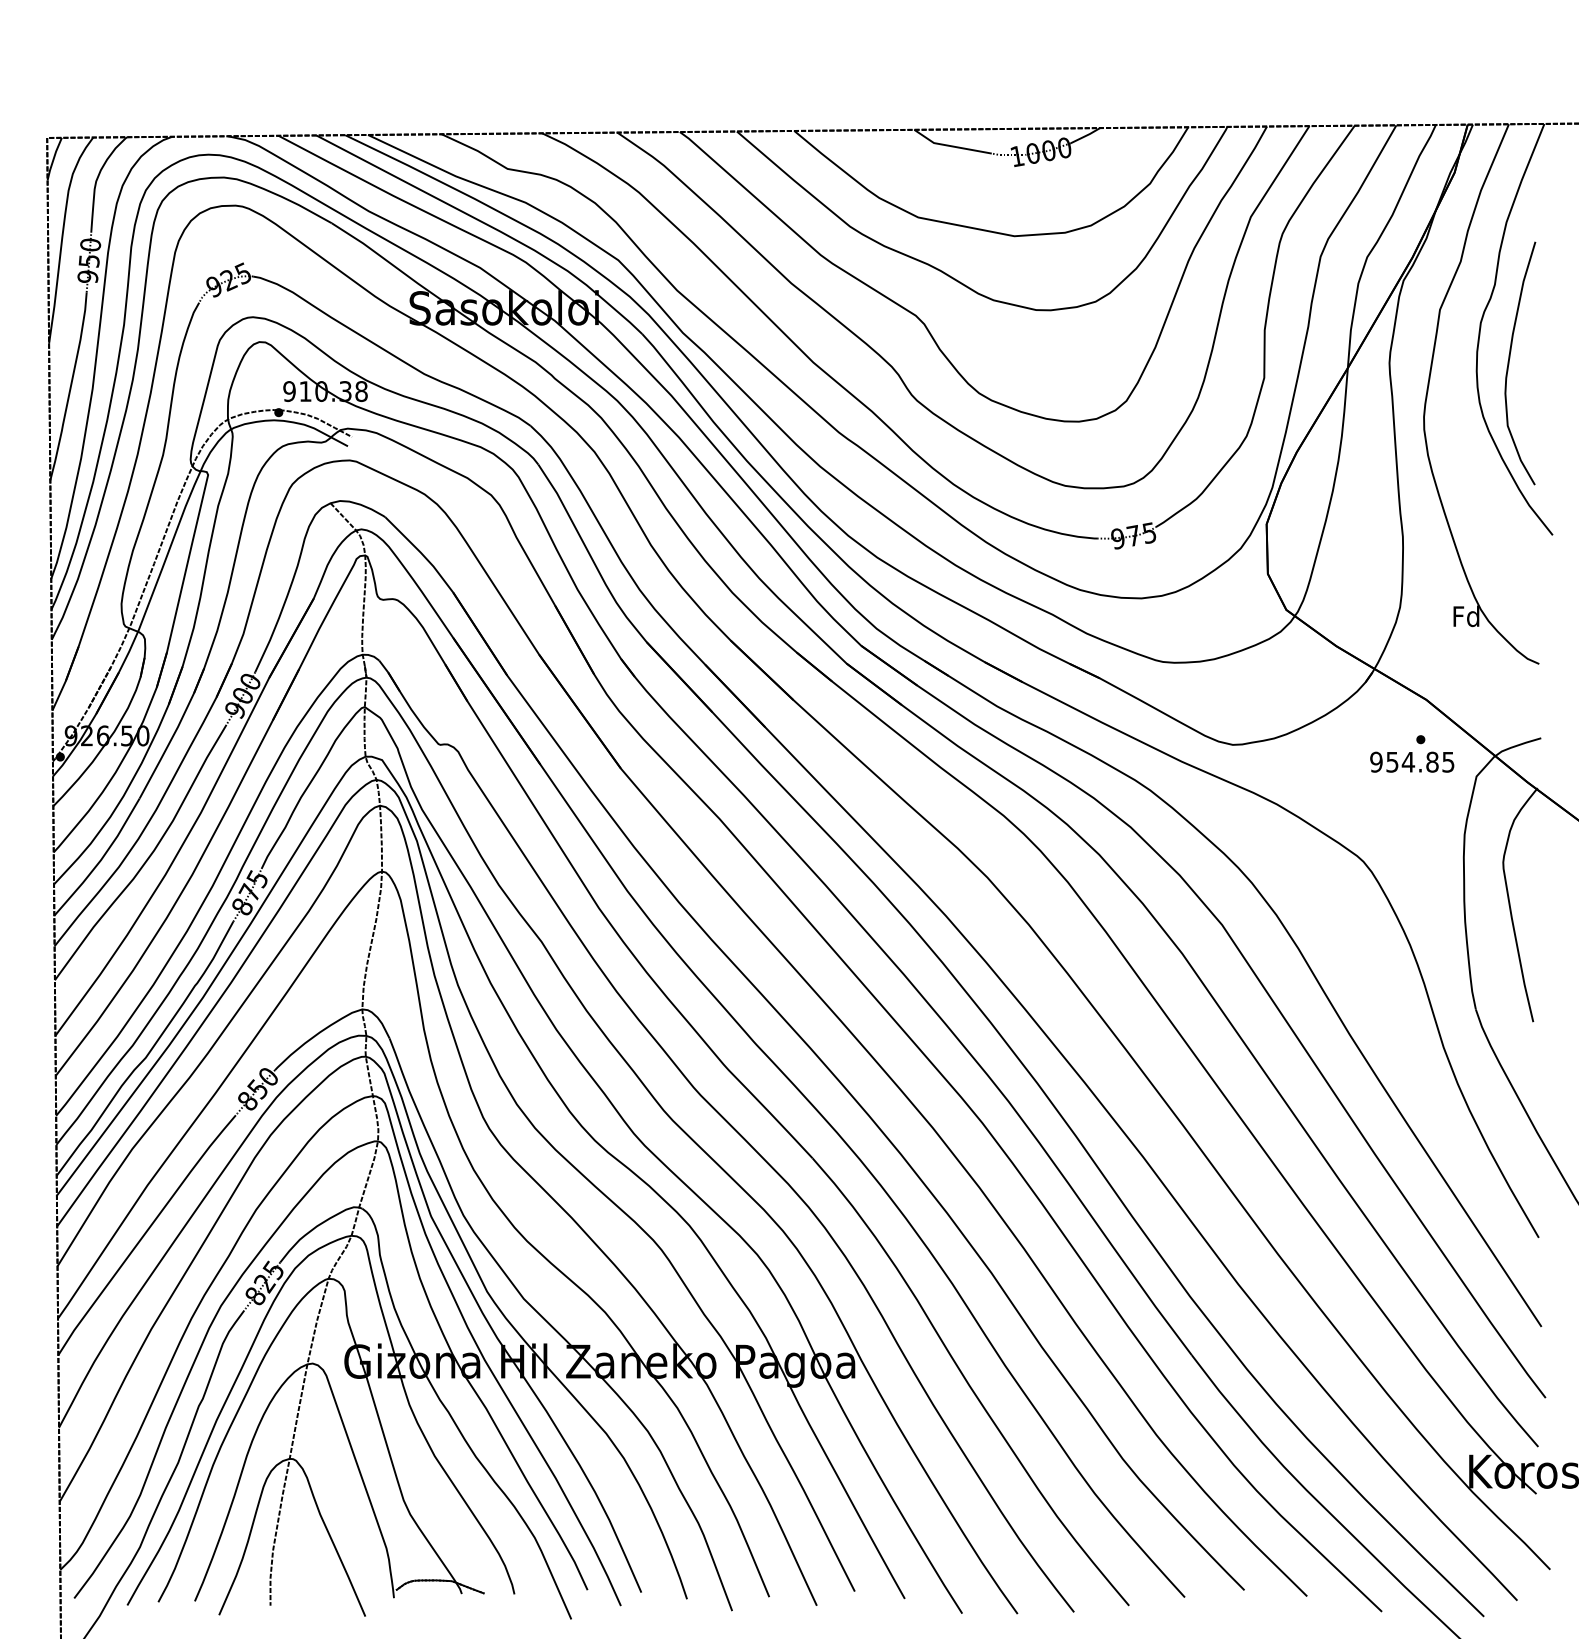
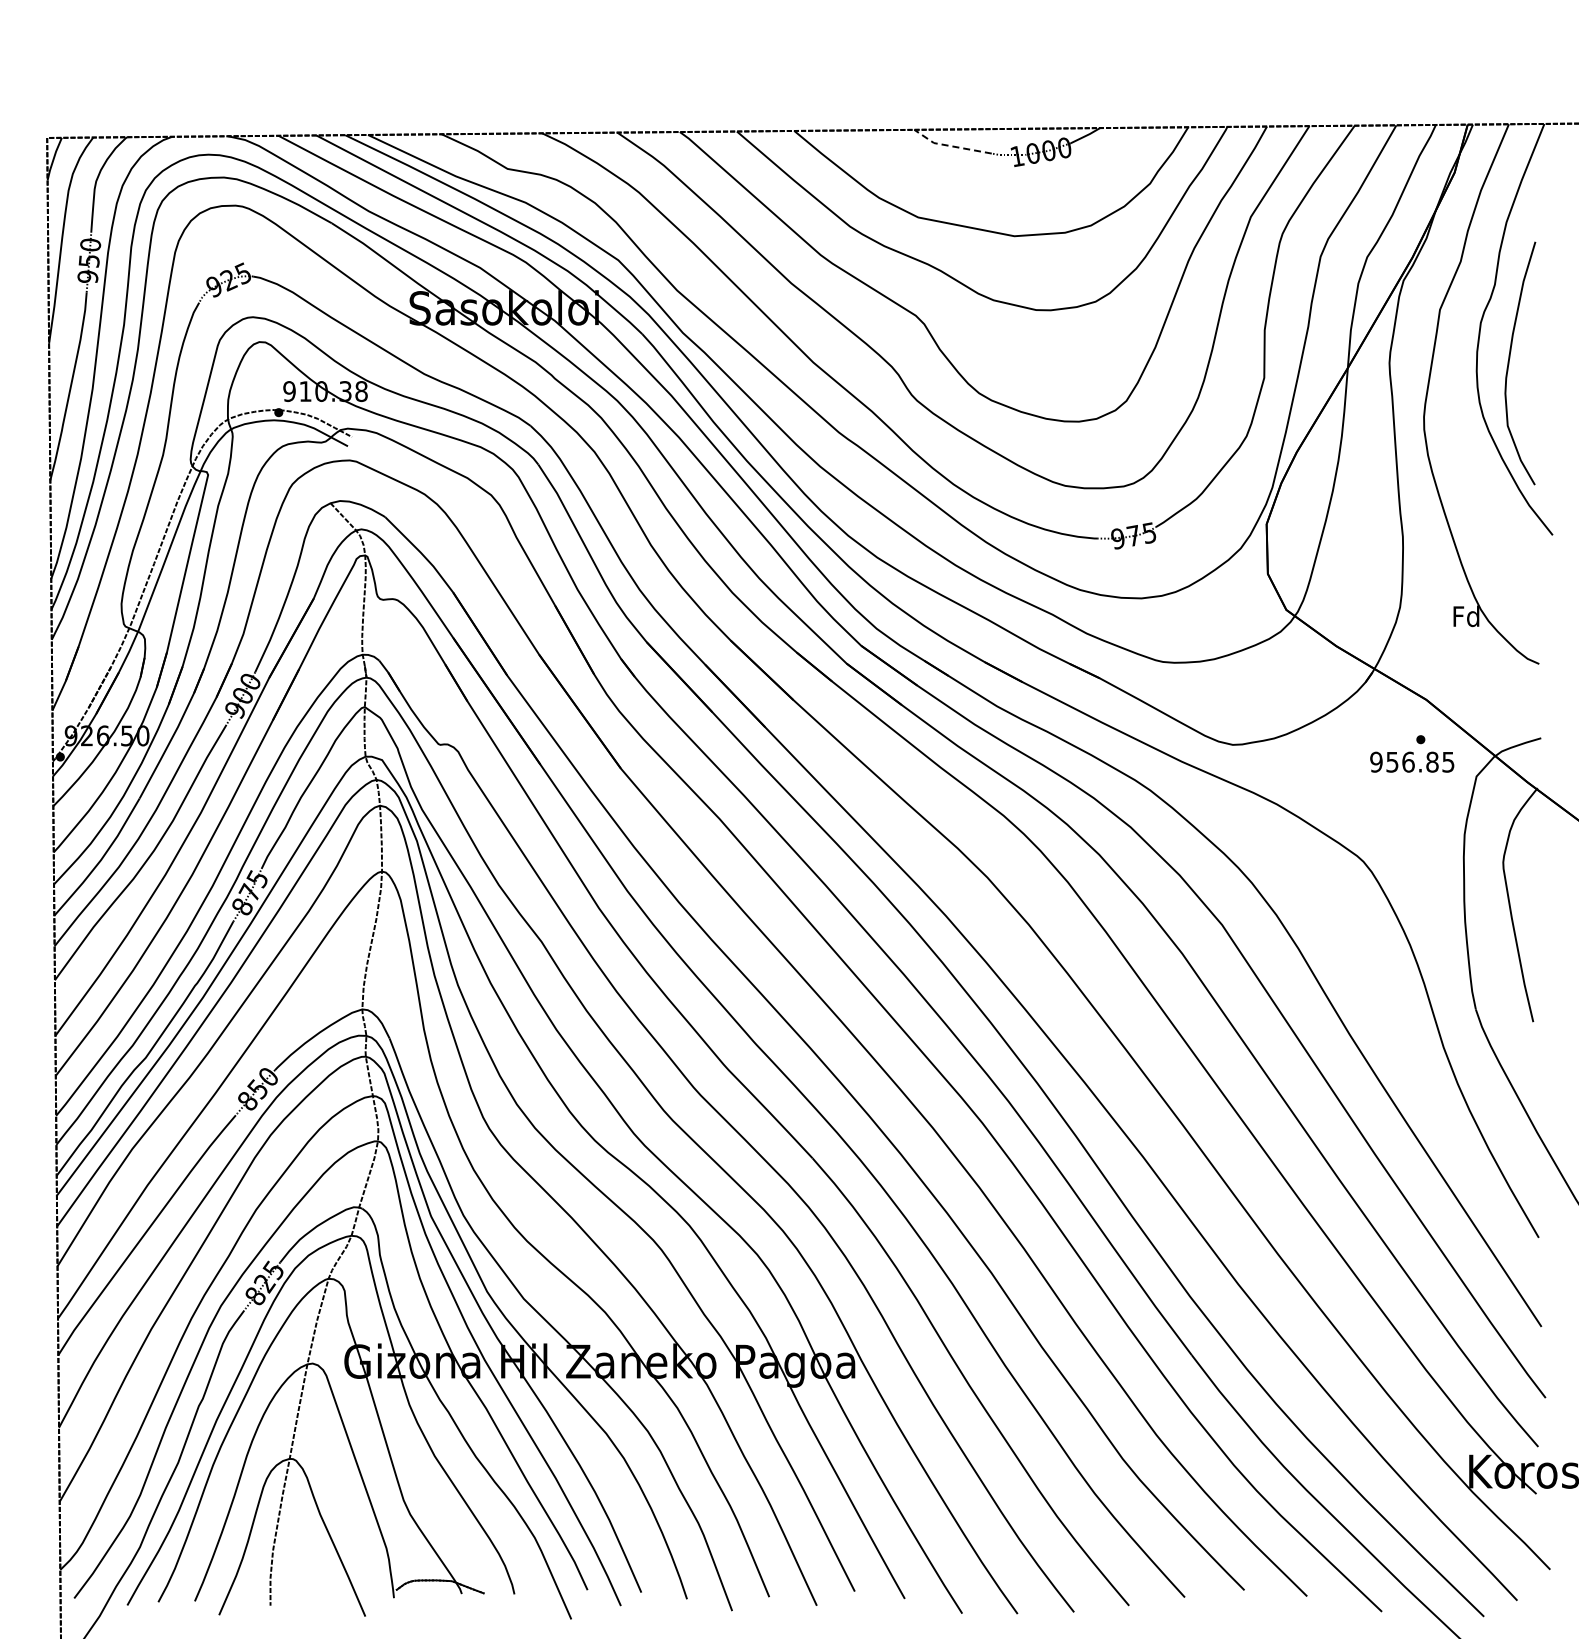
line at (950, 146): solid -> dashed
text at (1408, 761): 954.85 -> 956.85
